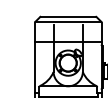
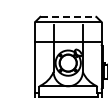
line at (68, 16): solid -> dashed
